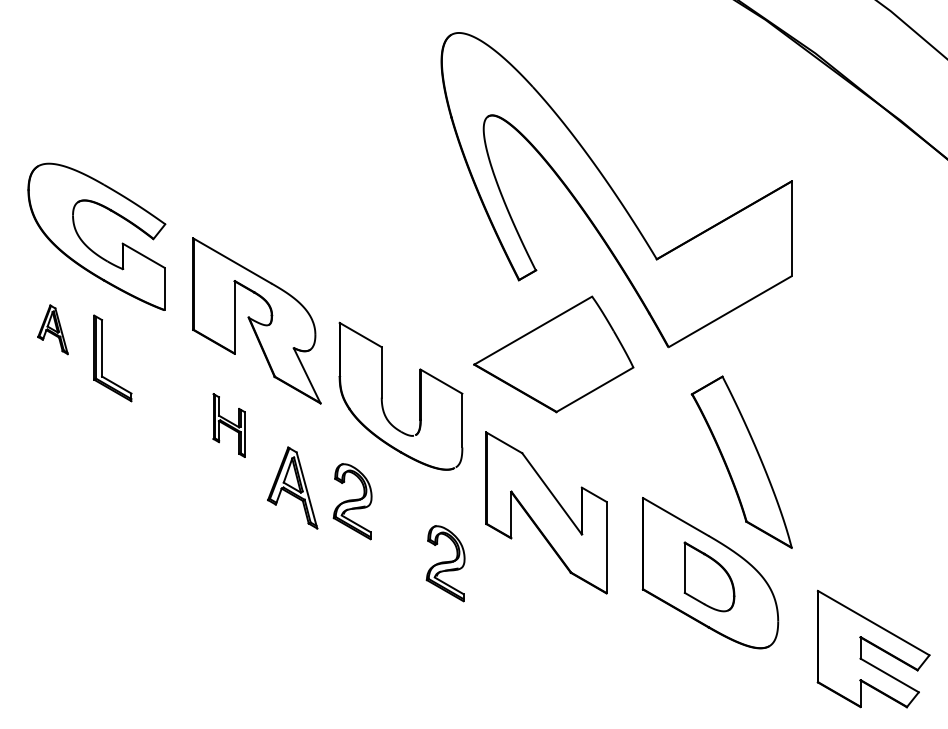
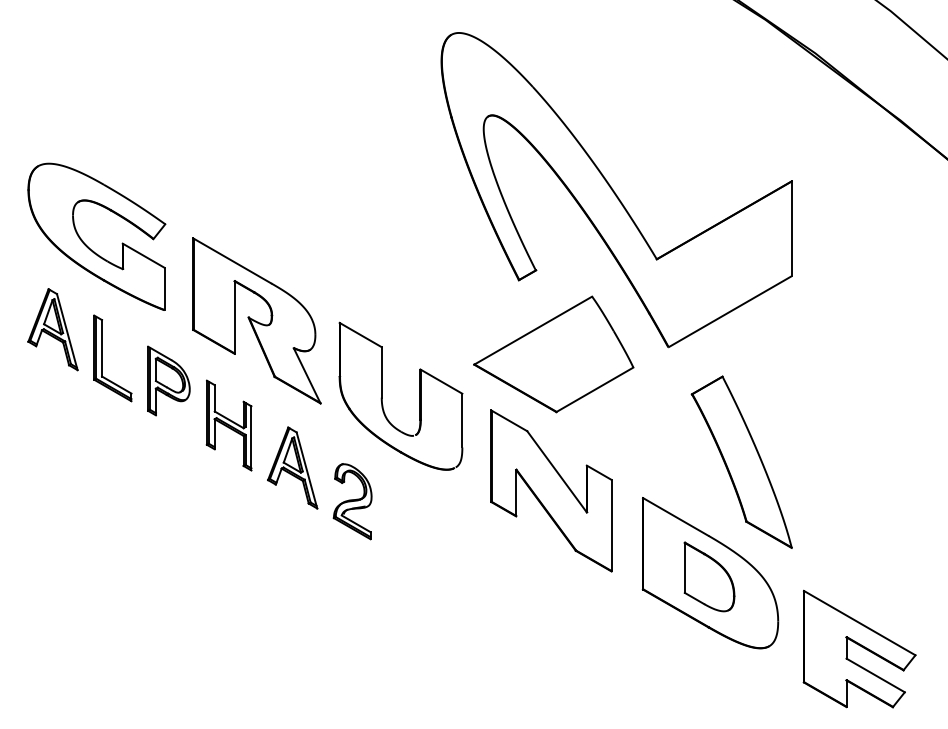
part at (52, 329) size: 32x52 px -> 52x84 px
part at (168, 380): none -> present
part at (228, 425) size: 34x65 px -> 48x93 px
part at (292, 487) position: (292, 487) -> (292, 467)
part at (546, 512) position: (546, 512) -> (551, 490)
part at (445, 563): present -> none
part at (873, 648) position: (873, 648) -> (859, 648)
